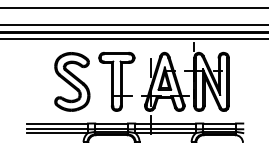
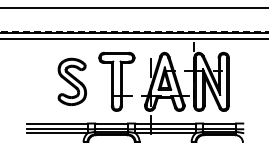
line at (133, 24): present -> none
line at (134, 31): solid -> dashed
part at (72, 81) size: 37x60 px -> 30x49 px
